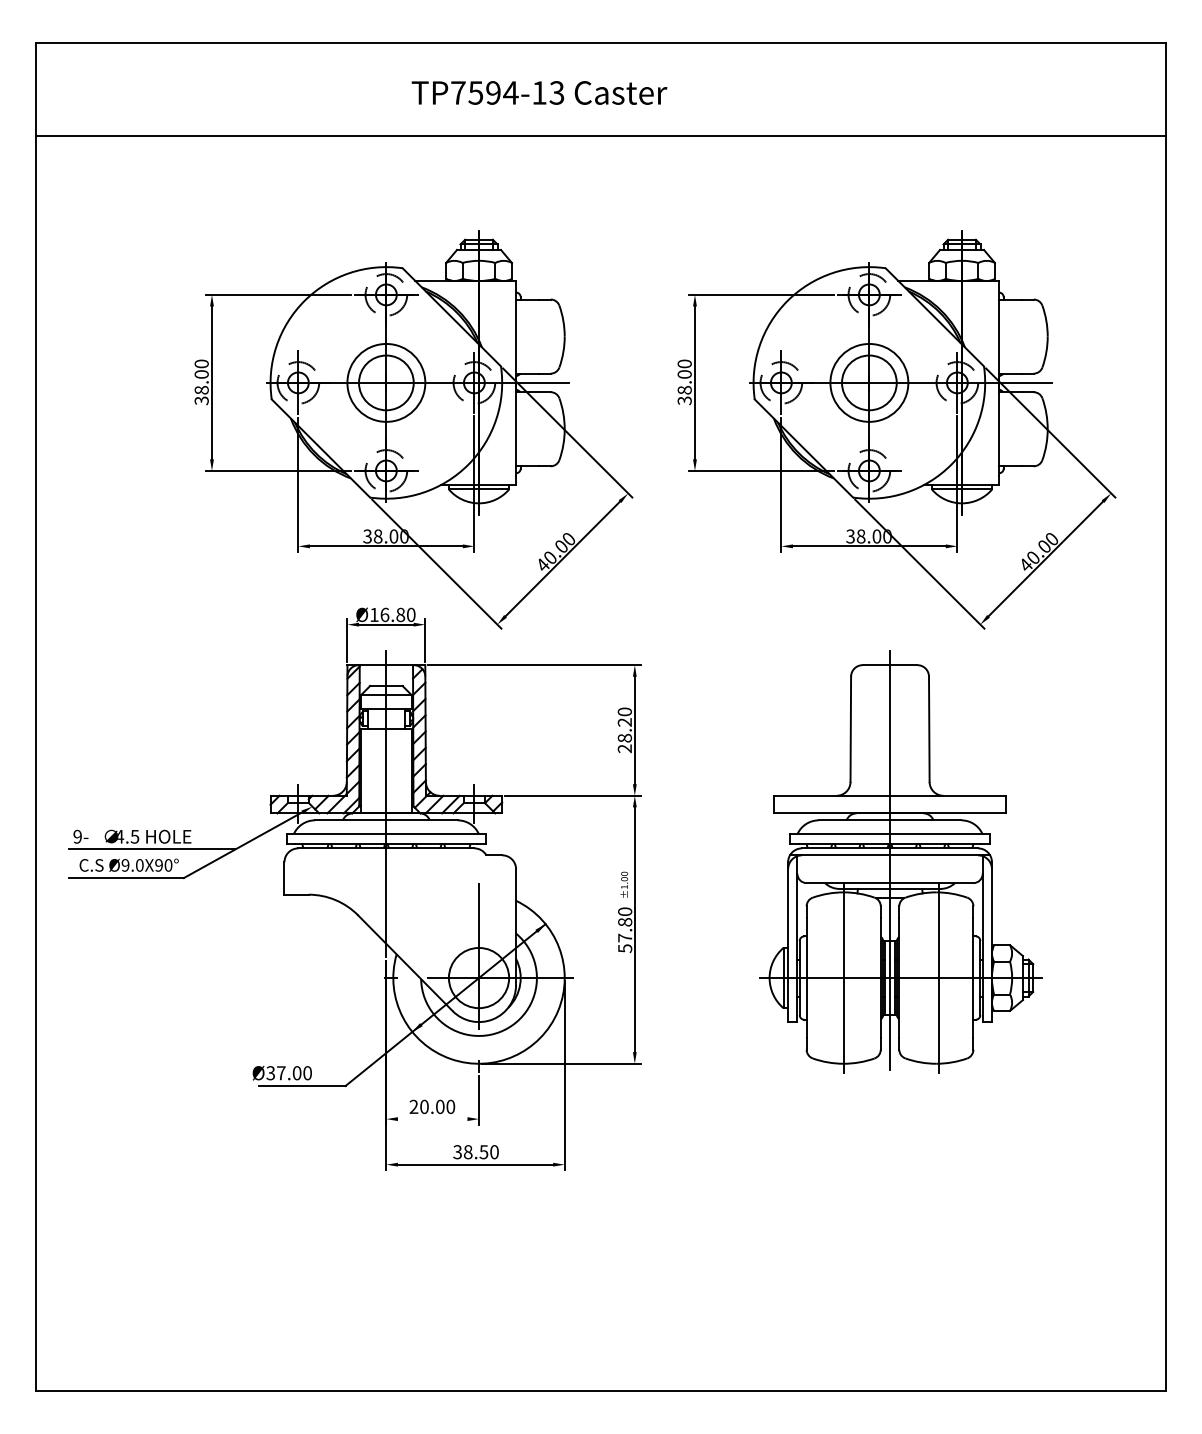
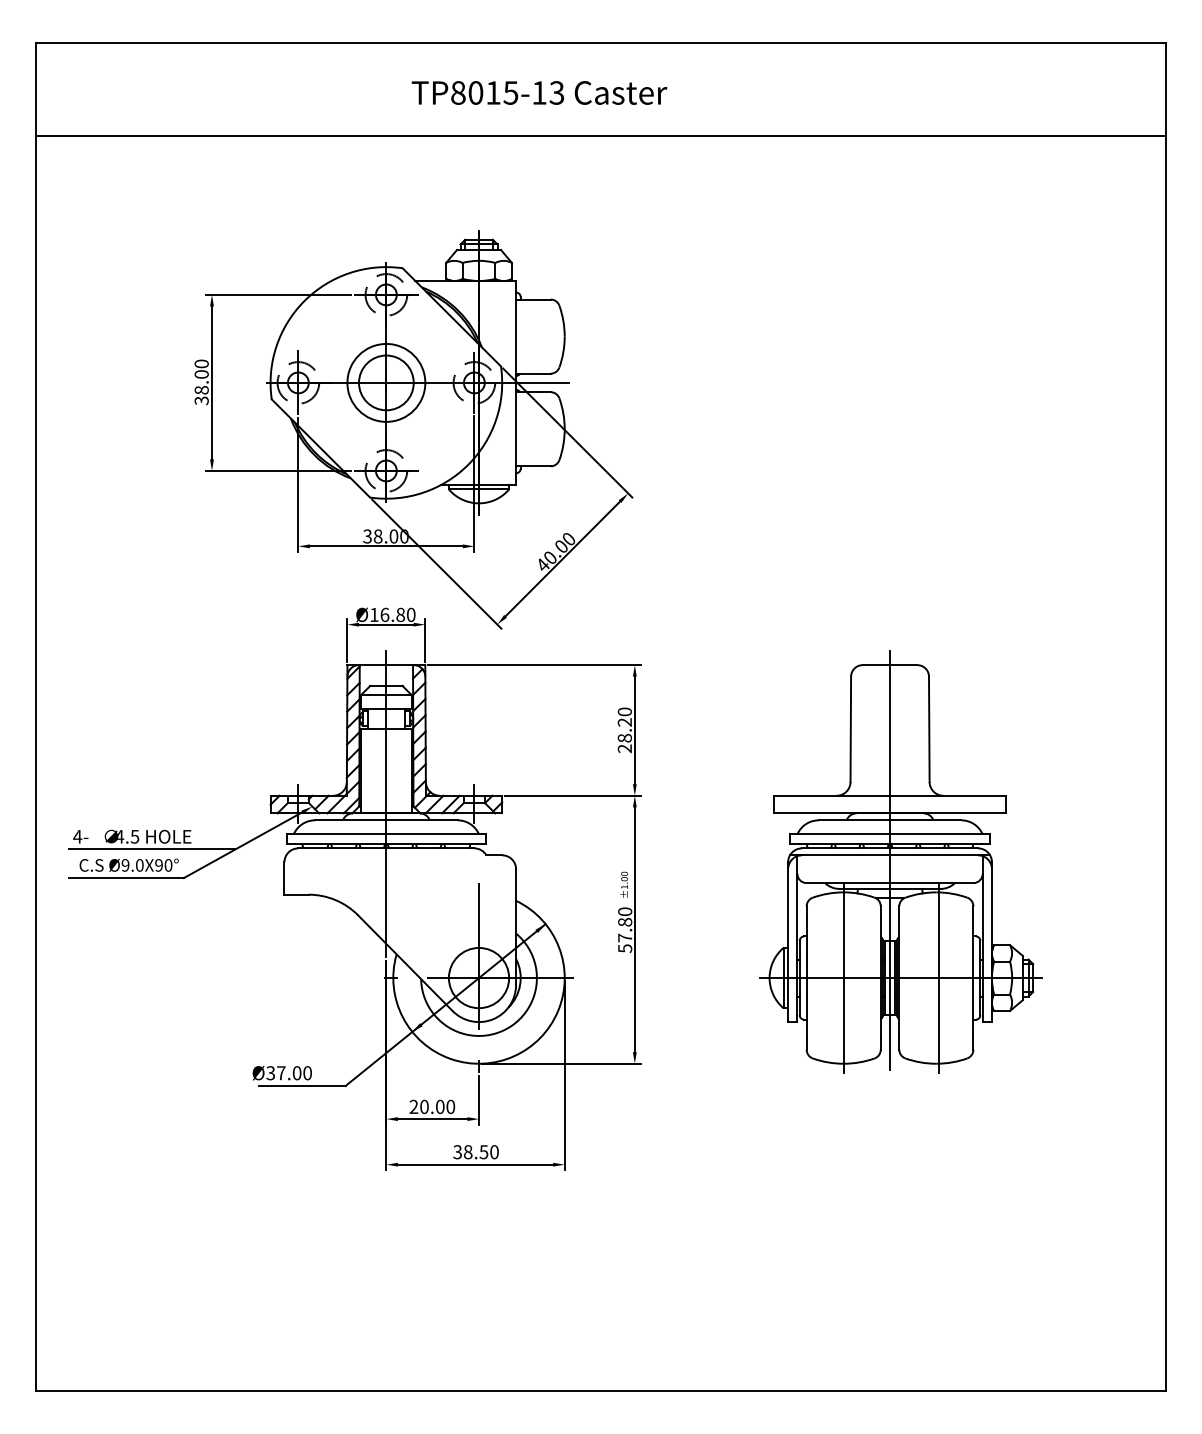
text at (484, 92): TP7594-13 -> TP8015-13
part at (896, 429): present -> none
text at (77, 836): 9- -> 4-
line at (432, 1119): none -> present
